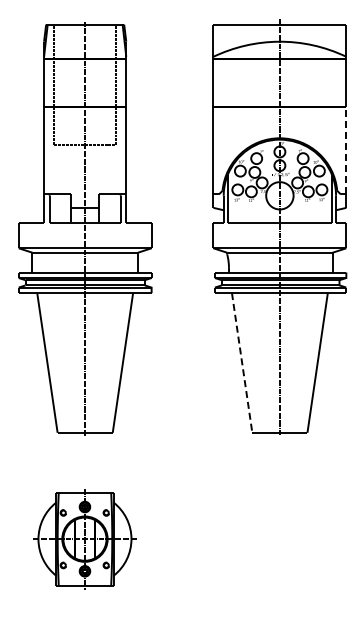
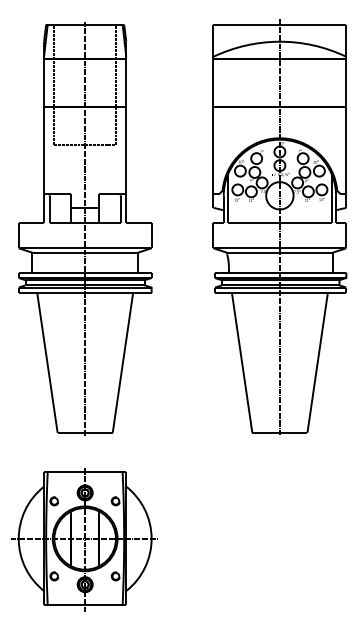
line at (346, 150): dashed -> solid
line at (242, 362): dashed -> solid
part at (84, 539) size: 104x101 px -> 147x144 px
